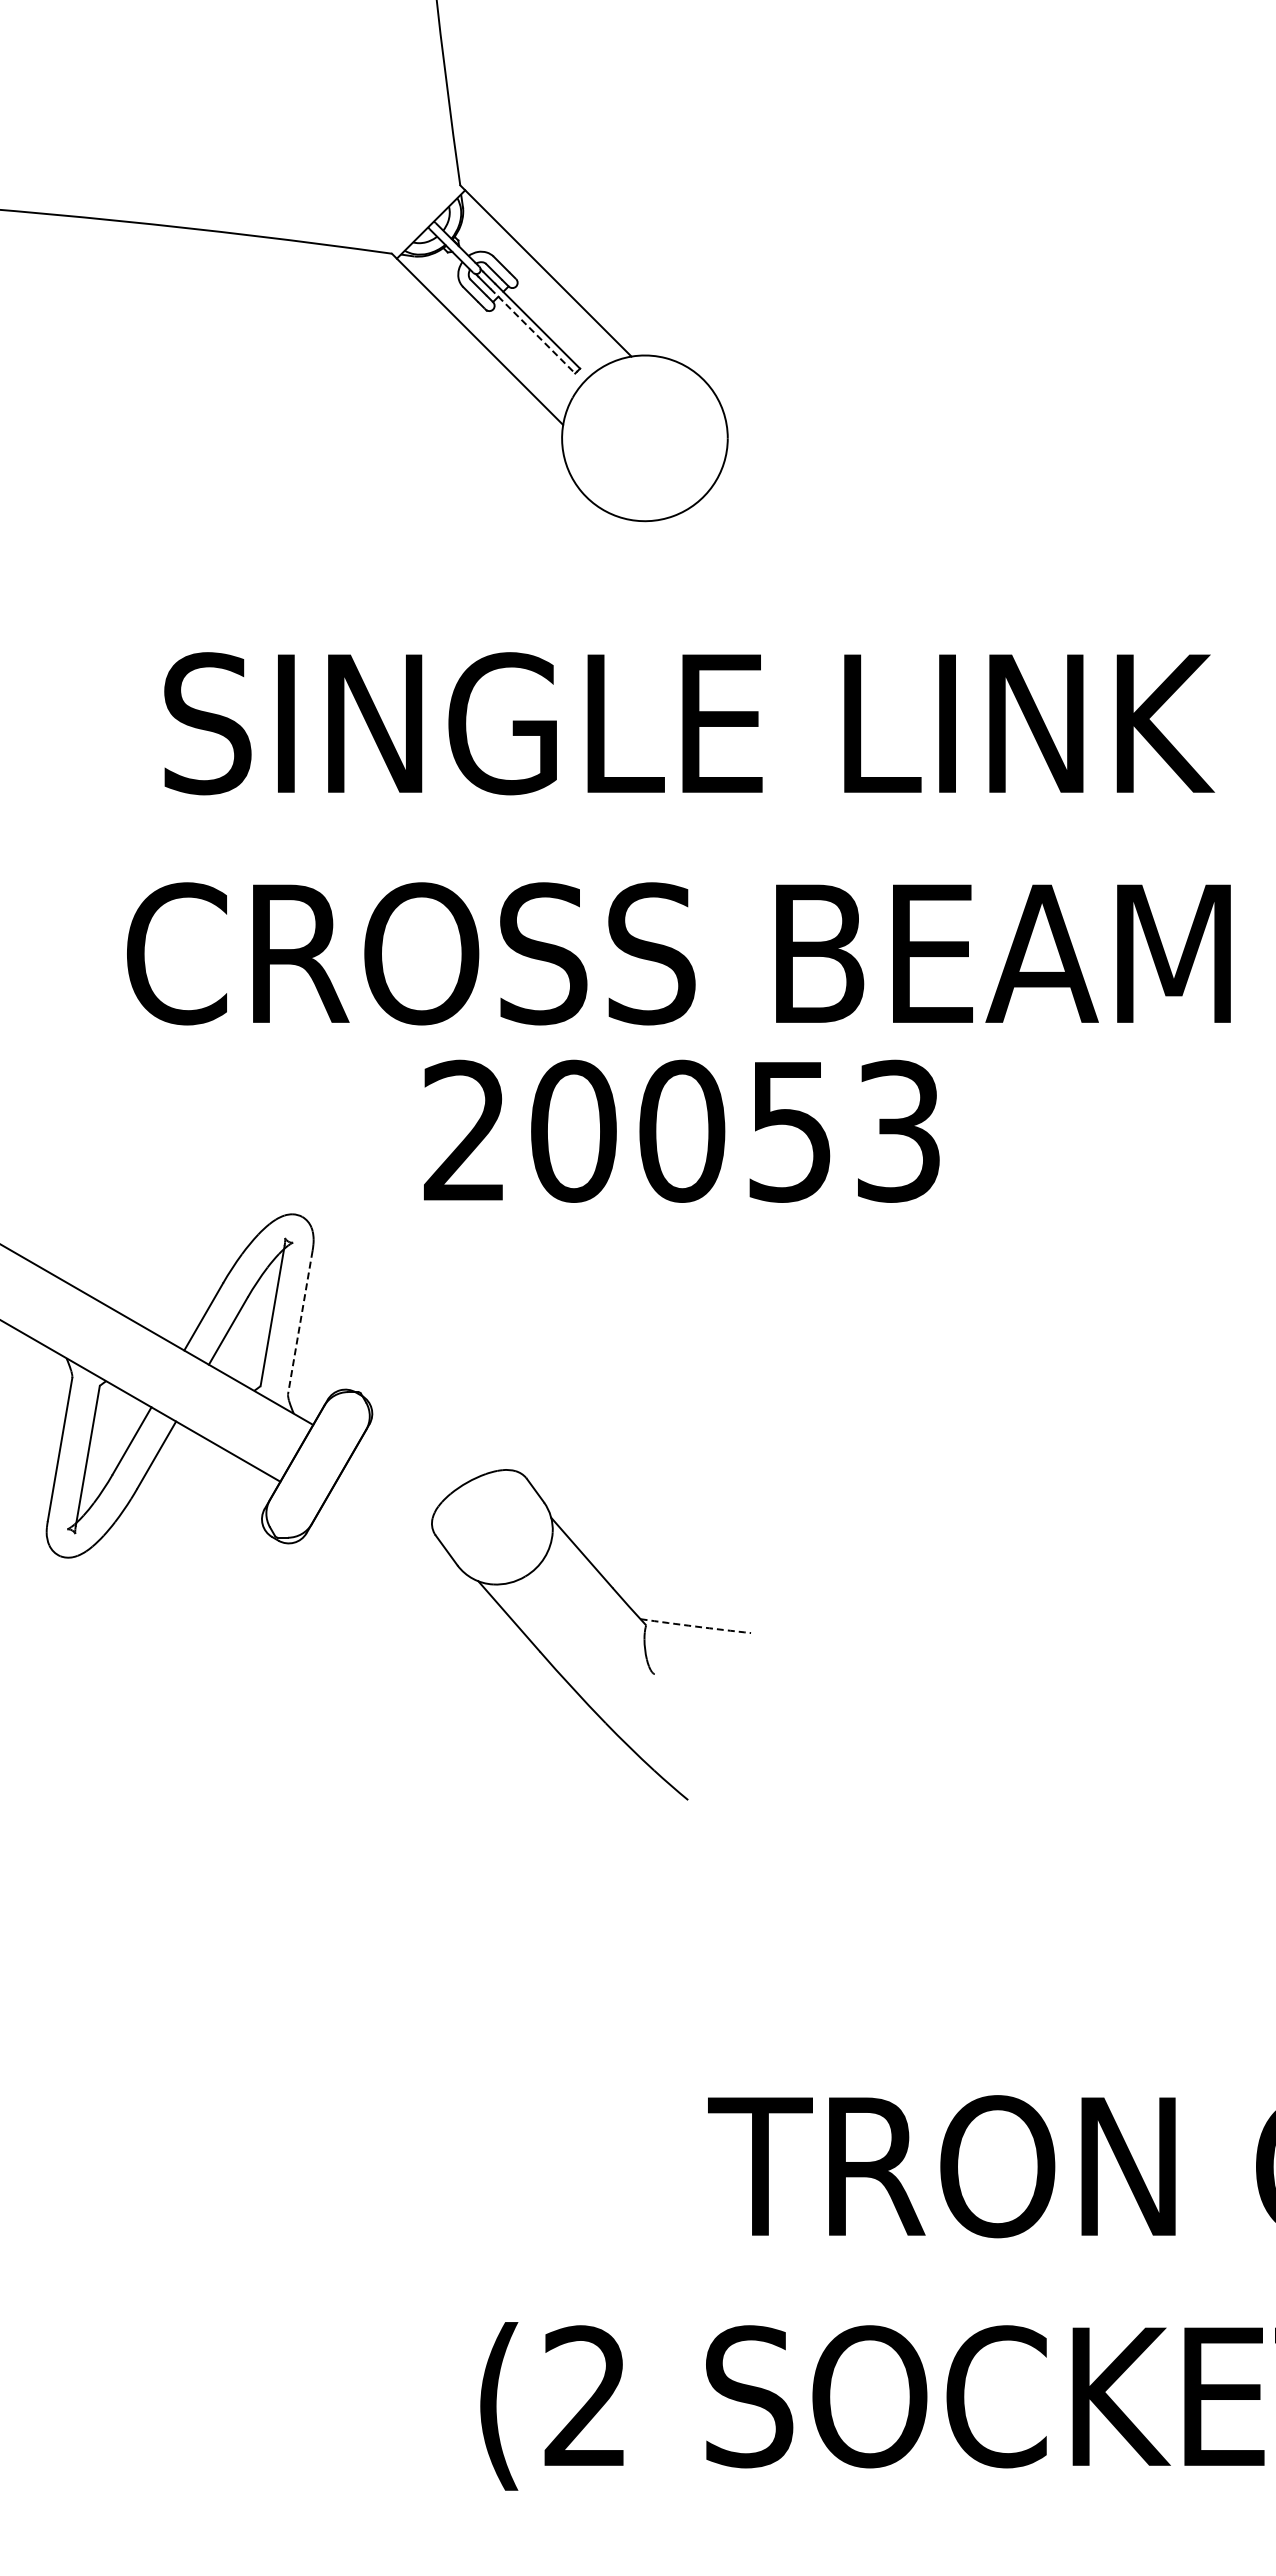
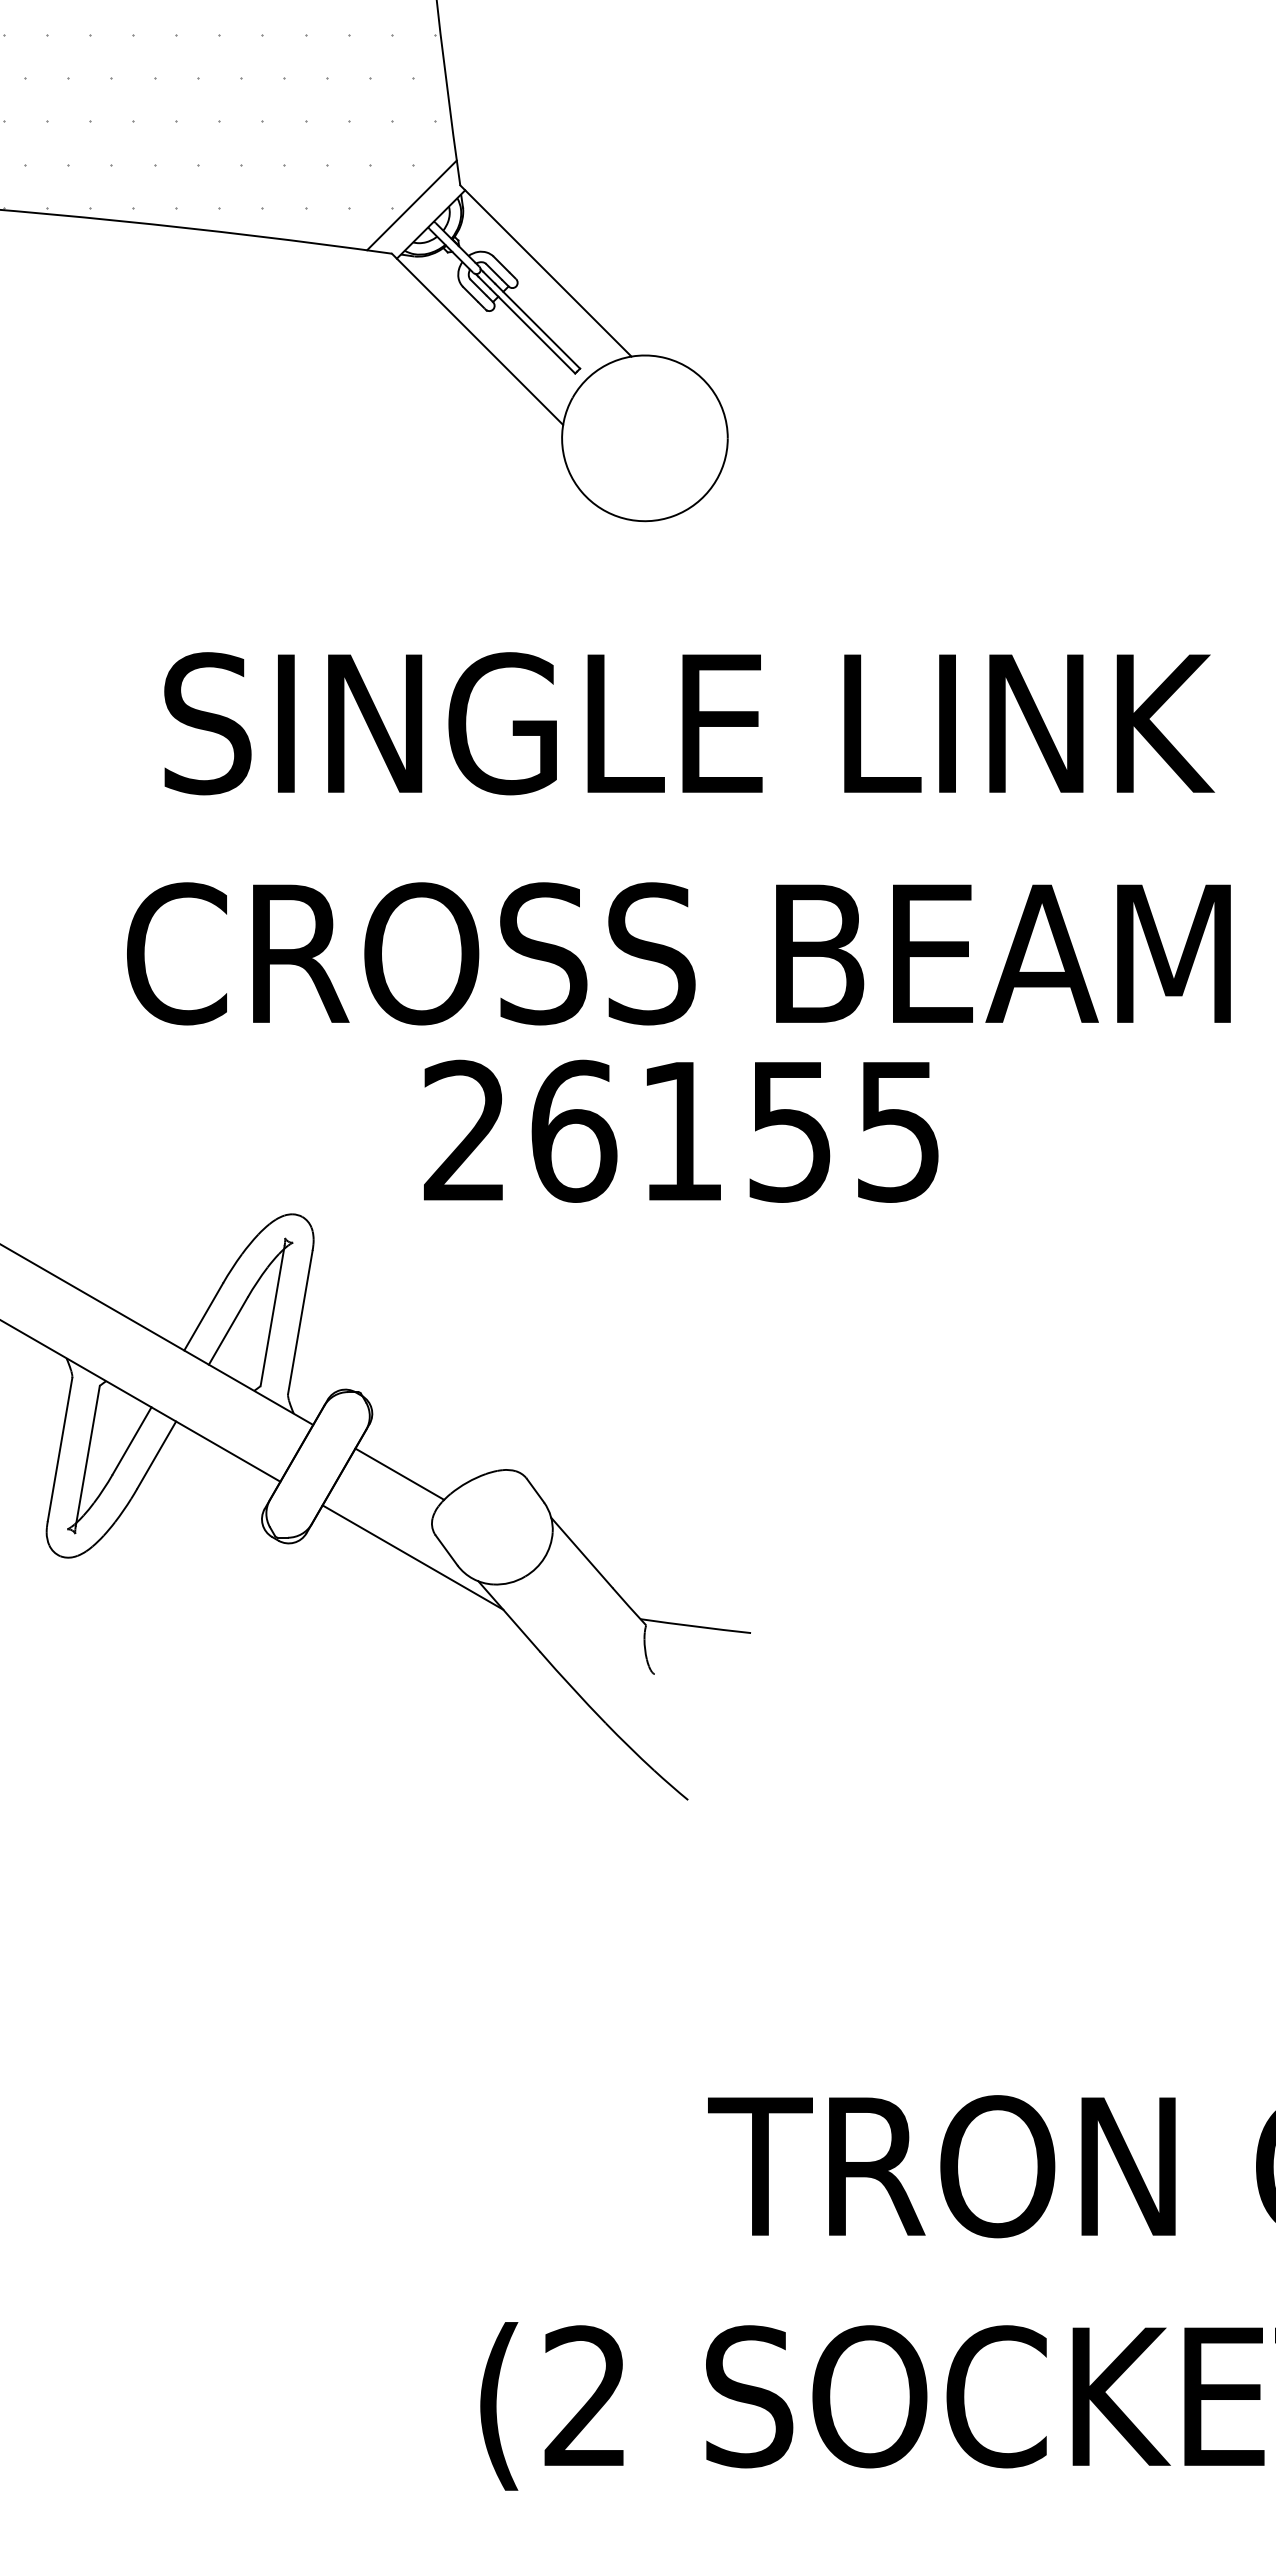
hatch at (219, 121): none -> present
line at (411, 205): none -> present
line at (533, 331): dashed -> solid
text at (735, 1130): 20053 -> 26155
line at (300, 1322): dashed -> solid
line at (399, 1473): none -> present
line at (412, 1557): none -> present
arc at (695, 1626): dashed -> solid
